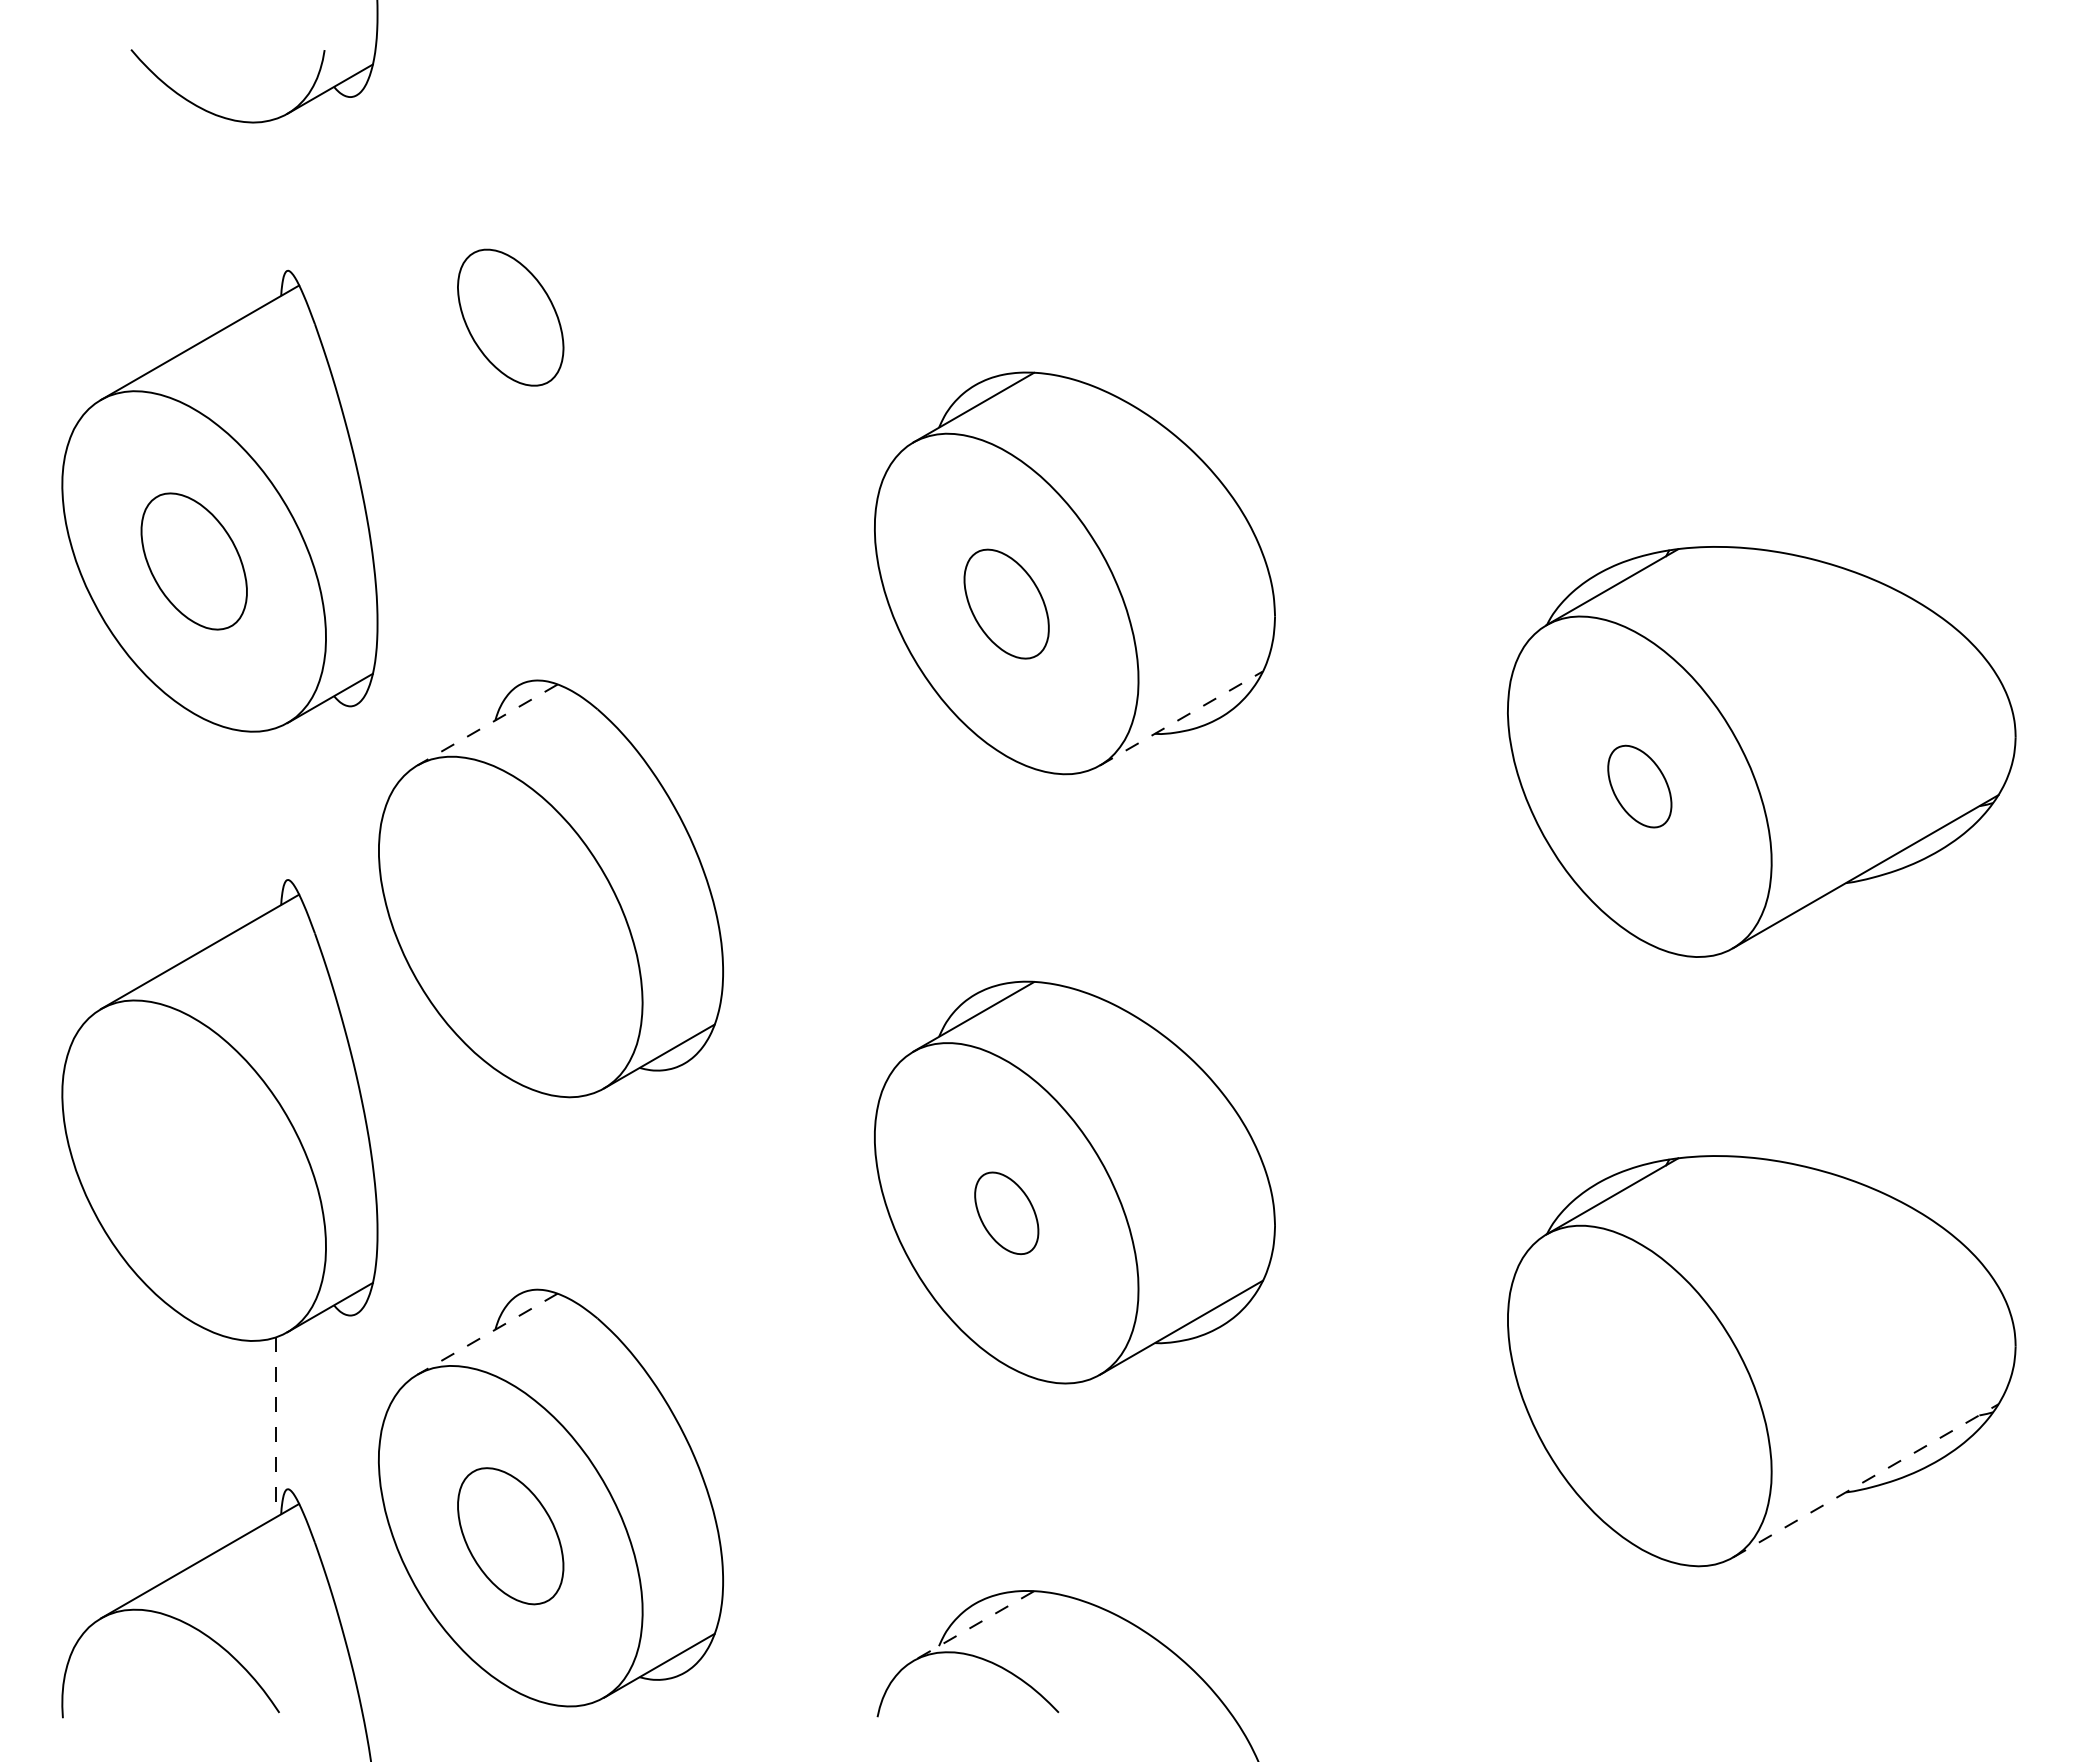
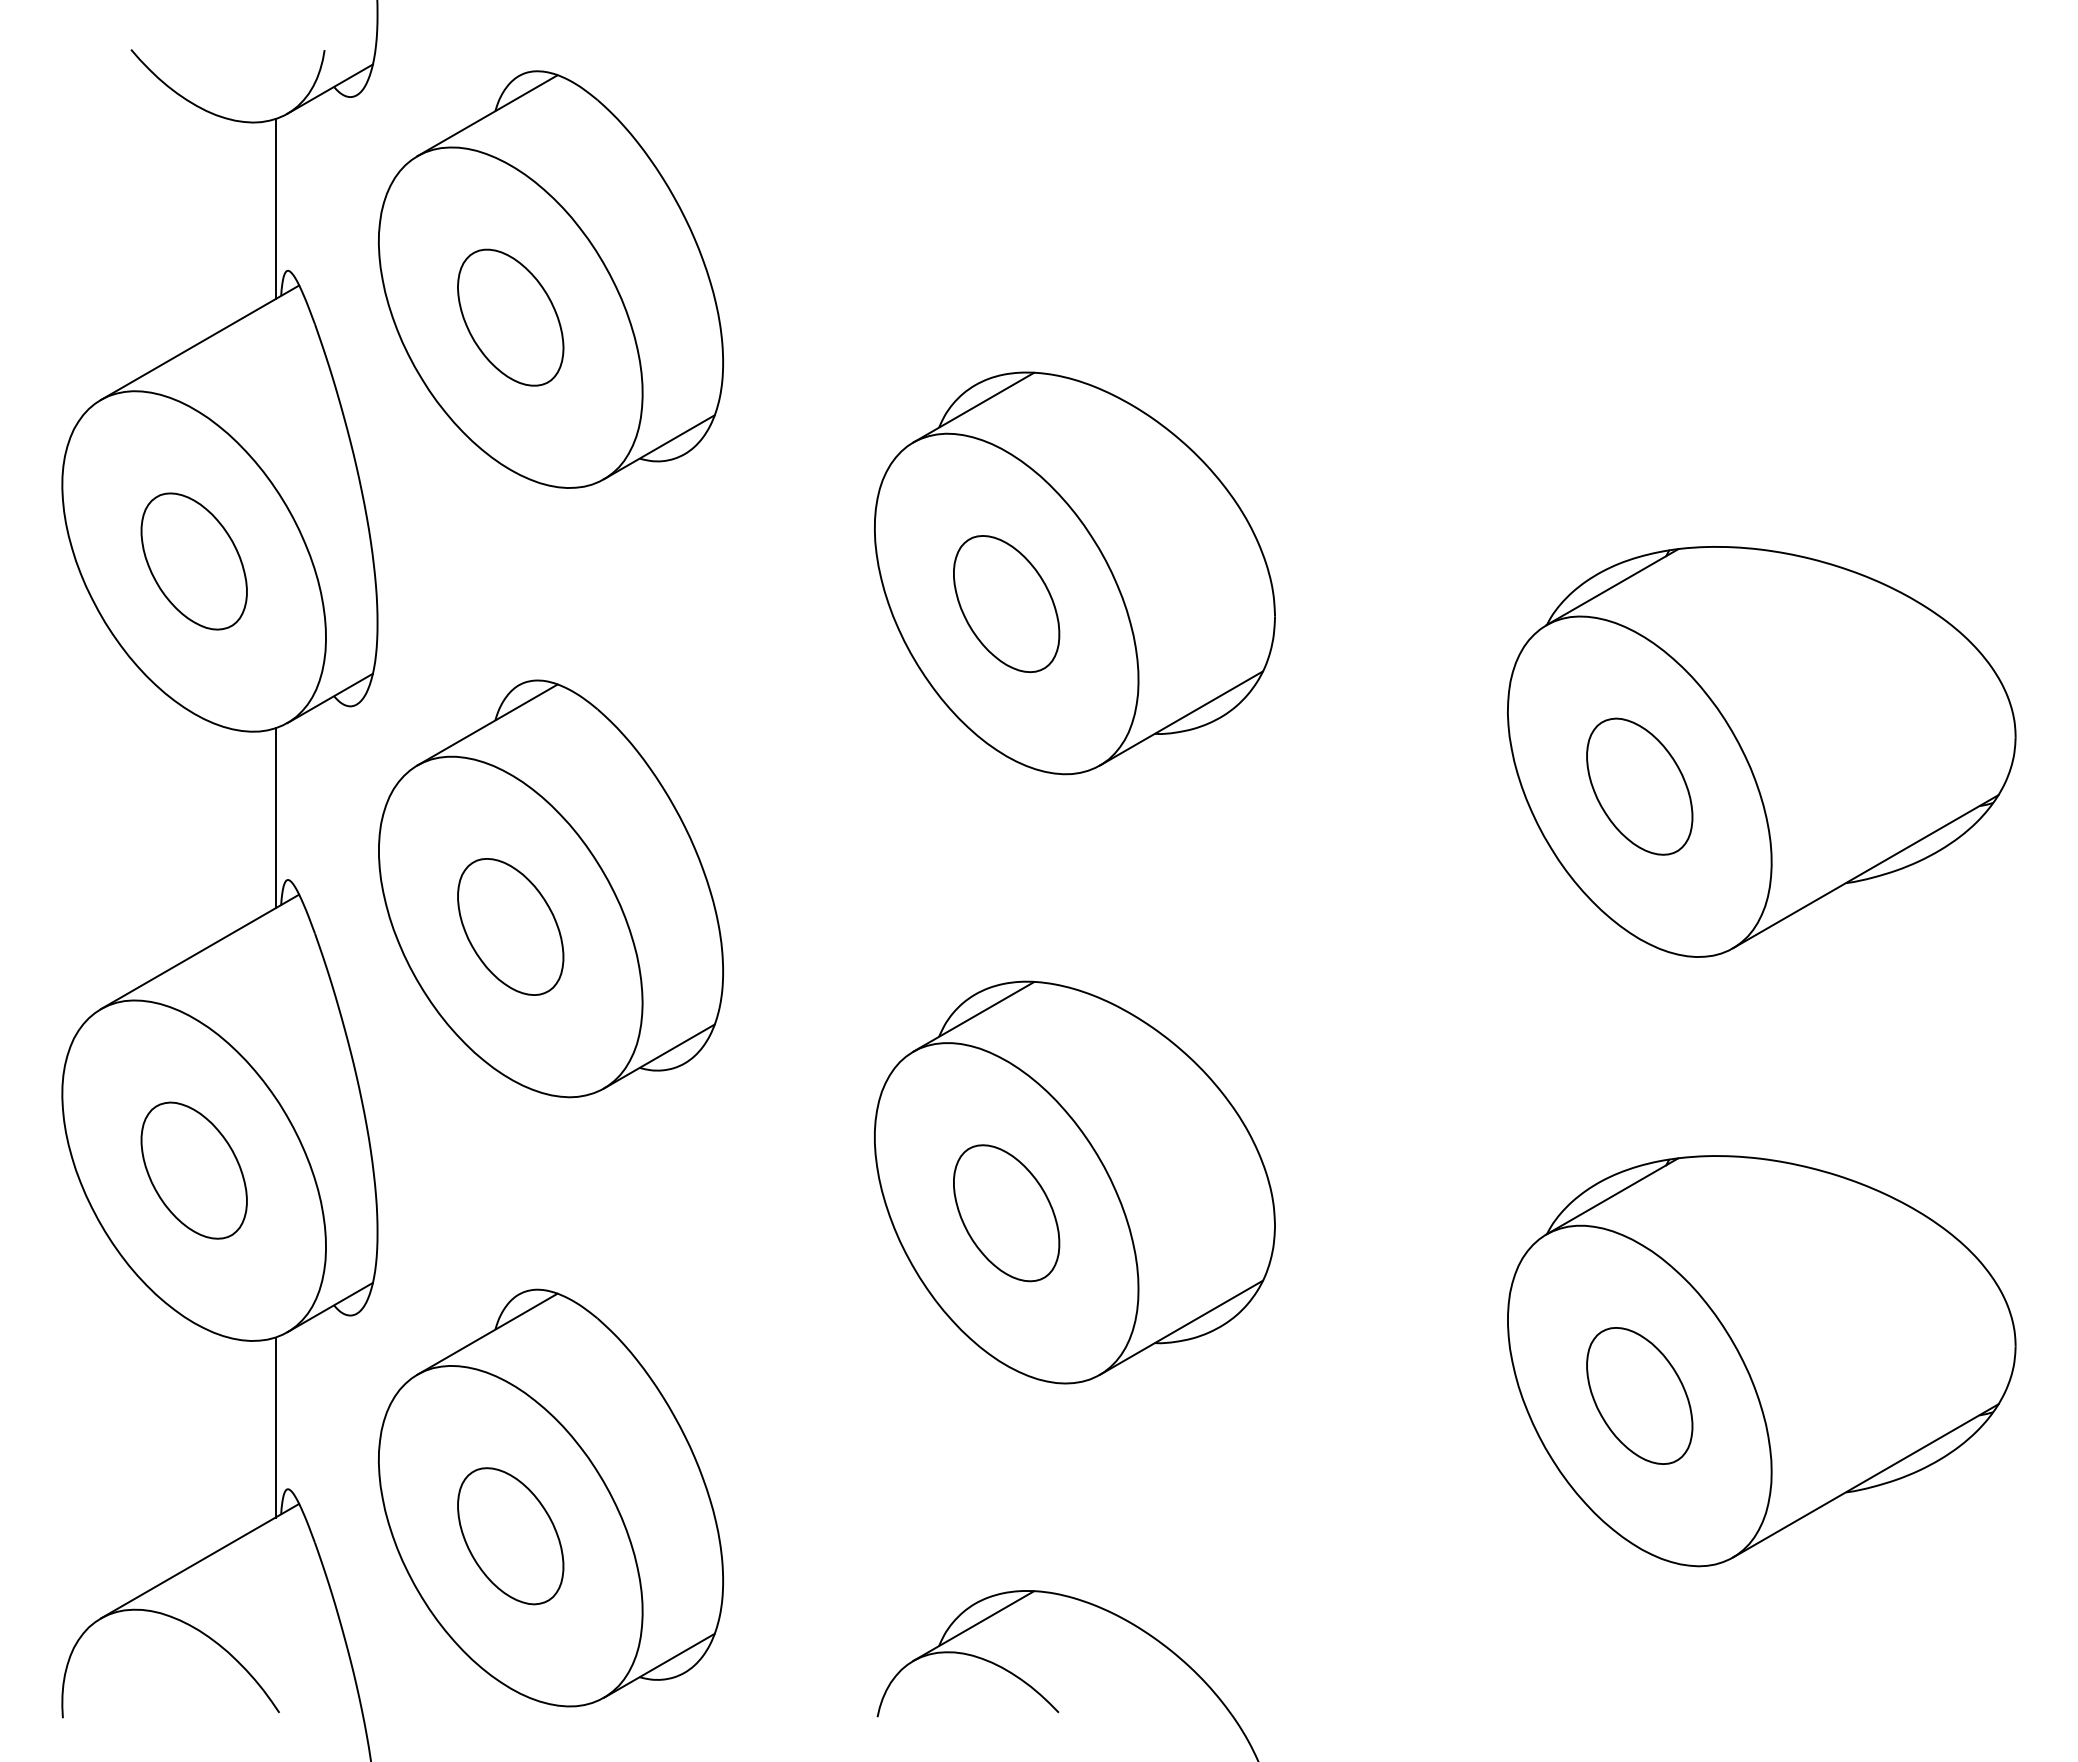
line at (275, 209): none -> present
part at (550, 279): none -> present
part at (1006, 603) size: 87x112 px -> 108x139 px
line at (1181, 718): dashed -> solid
line at (487, 725): dashed -> solid
part at (1639, 786) size: 66x85 px -> 108x139 px
line at (275, 818): none -> present
part at (510, 926): none -> present
part at (193, 1170): none -> present
part at (1006, 1212) size: 66x84 px -> 108x139 px
line at (487, 1334): dashed -> solid
part at (1639, 1395): none -> present
line at (275, 1427): dashed -> solid
line at (1866, 1480): dashed -> solid
line at (973, 1626): dashed -> solid
